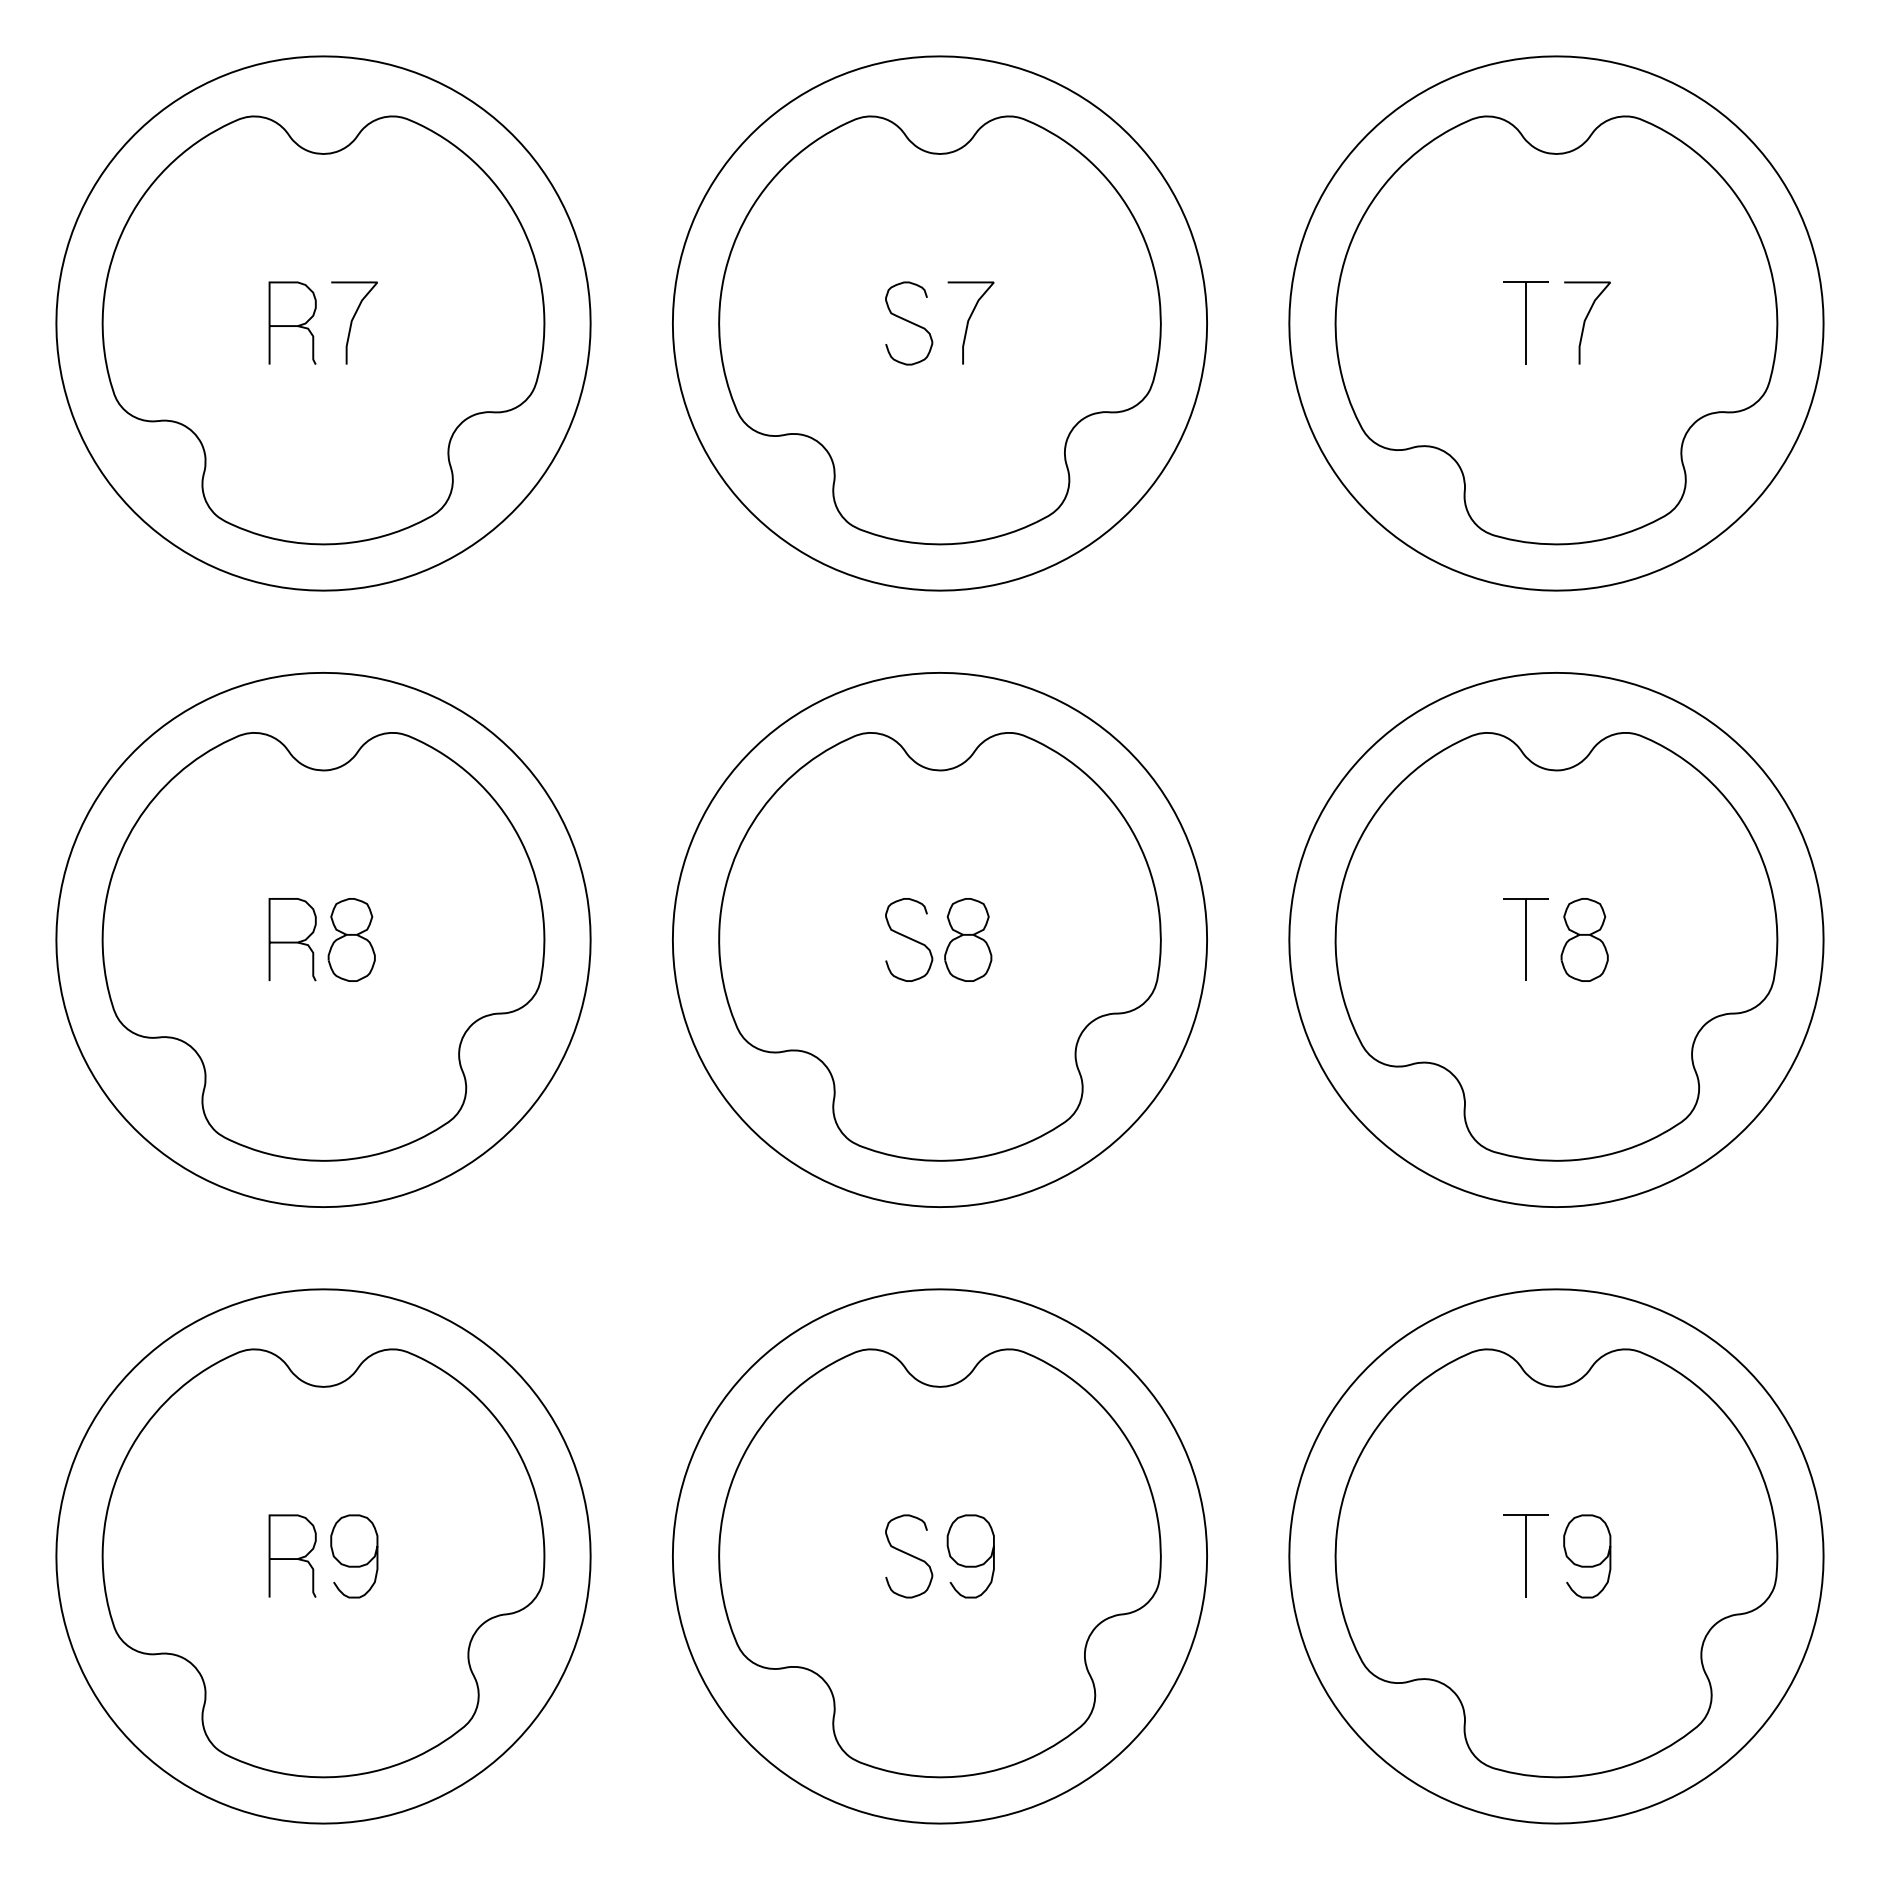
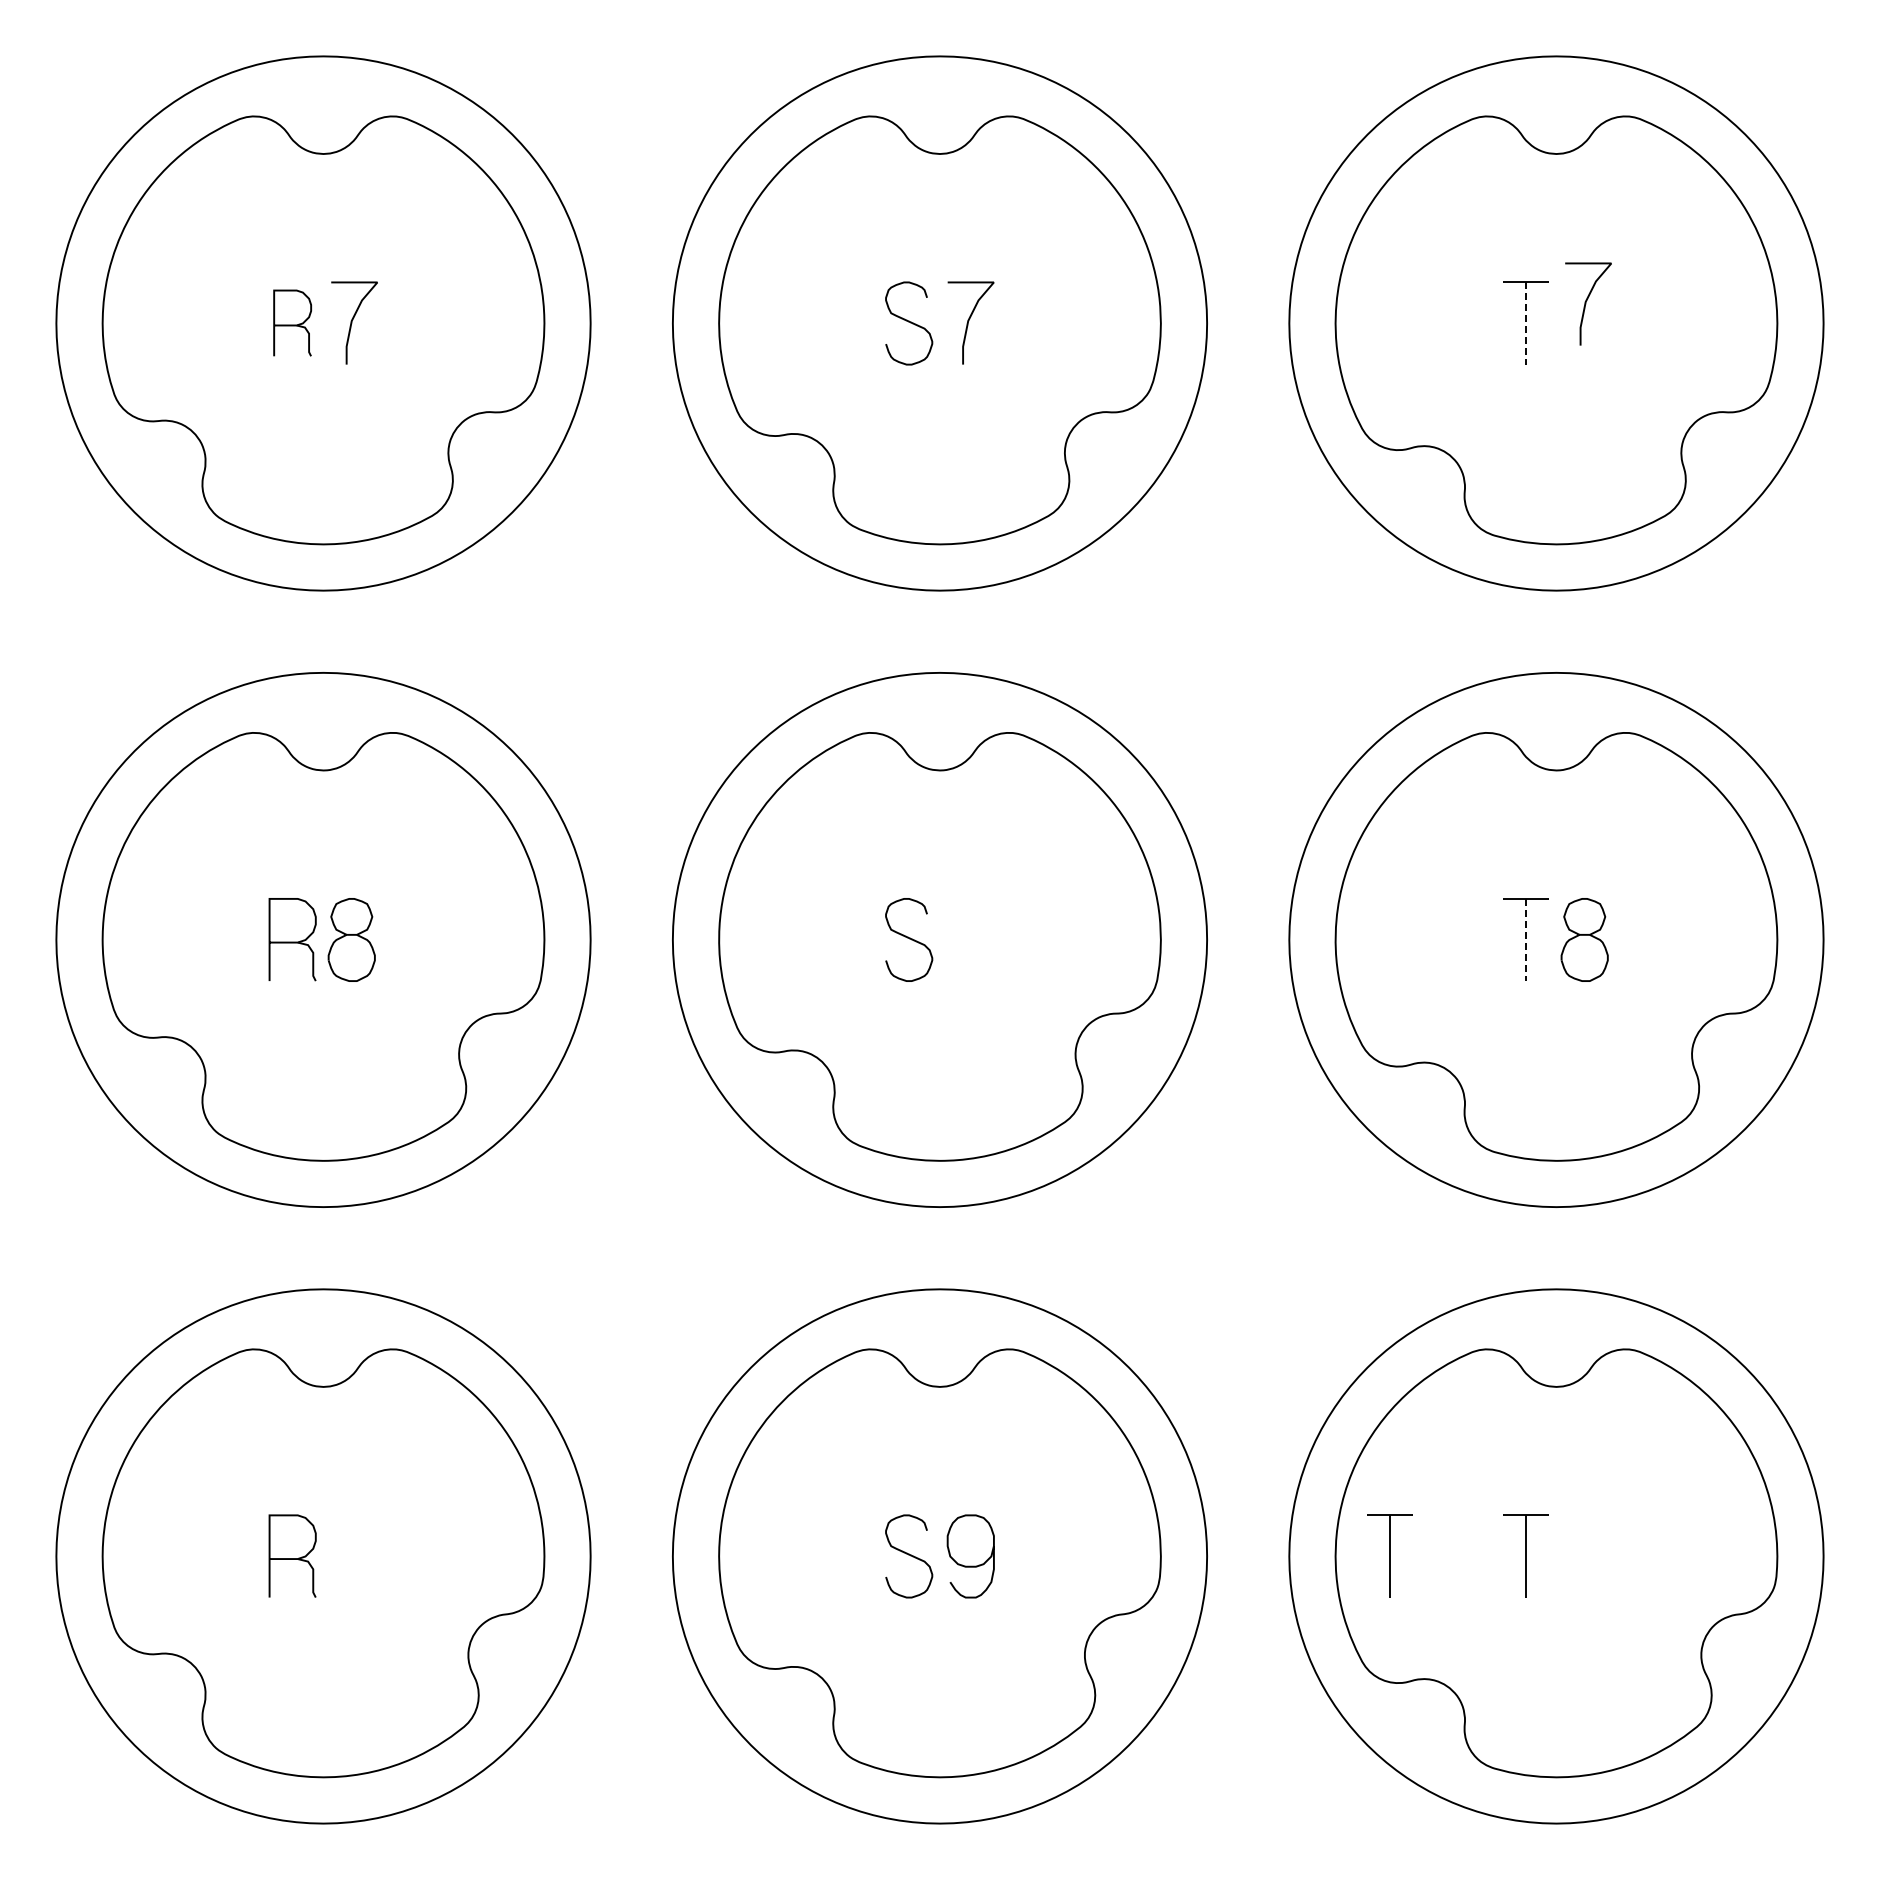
part at (292, 322) size: 49x84 px -> 39x68 px
curve at (1585, 322) position: (1585, 322) -> (1586, 303)
line at (1525, 324): solid -> dashed
part at (968, 939): present -> none
line at (1525, 940): solid -> dashed
part at (1389, 1555): none -> present
curve at (354, 1565): present -> none
curve at (1587, 1565): present -> none
